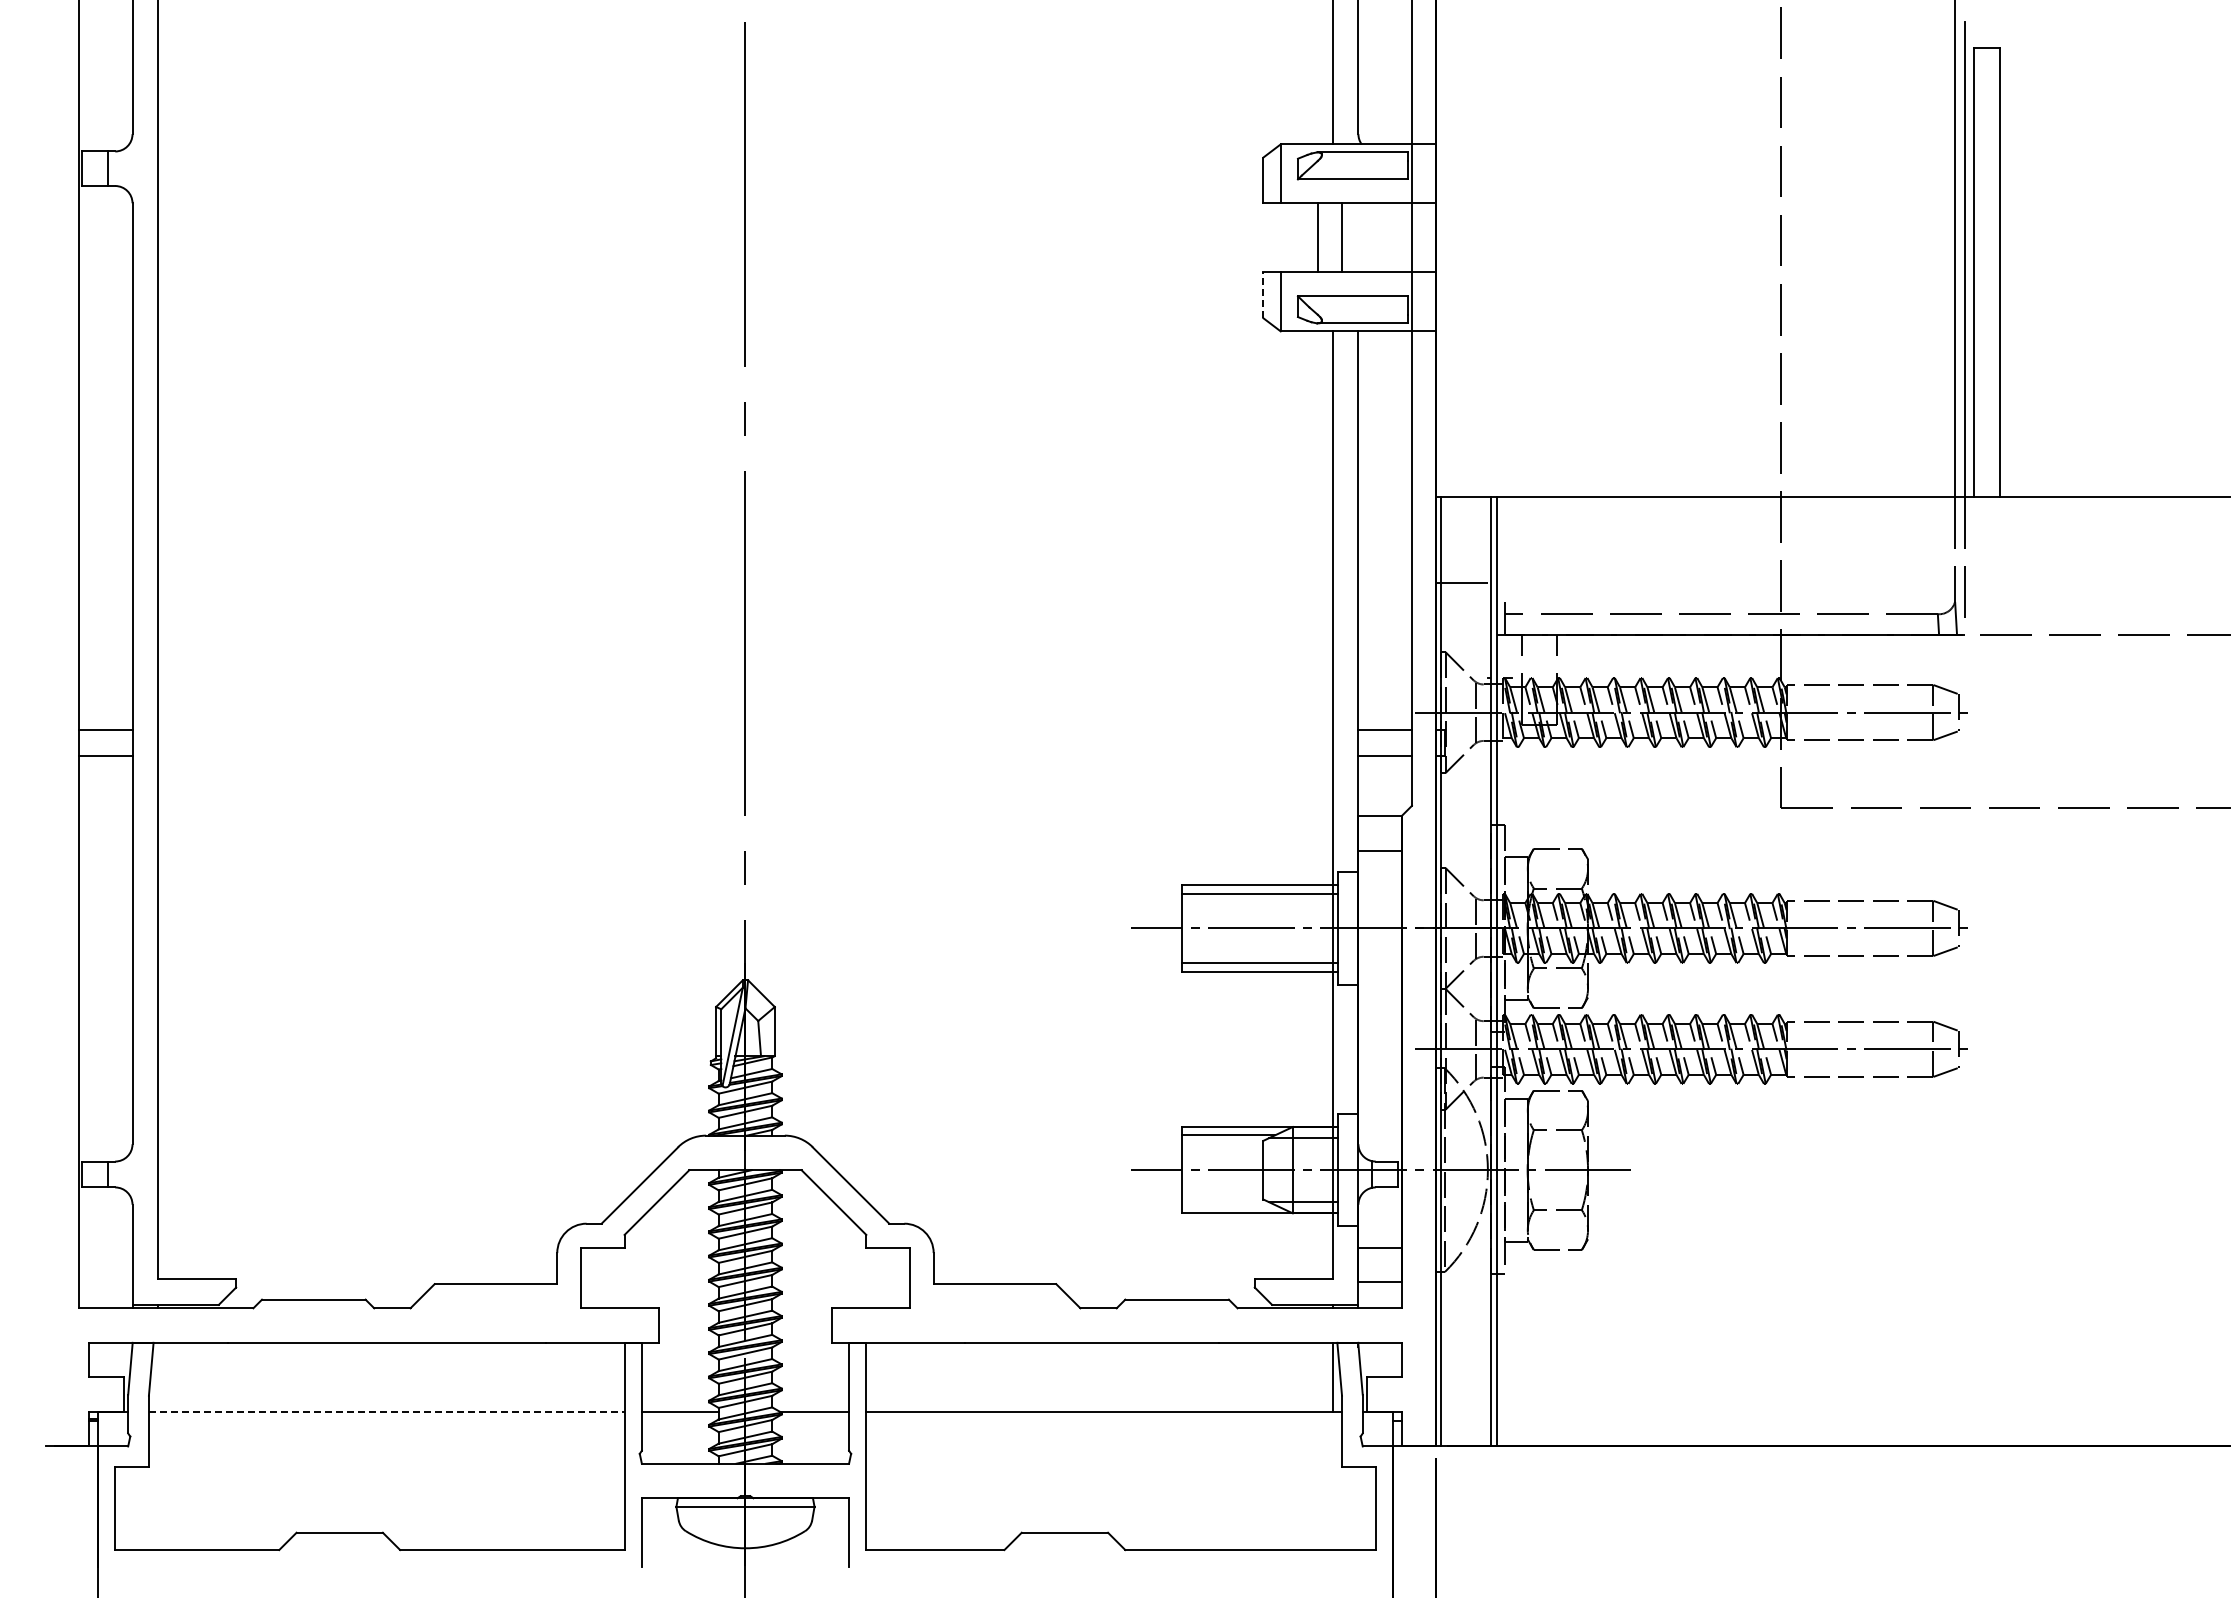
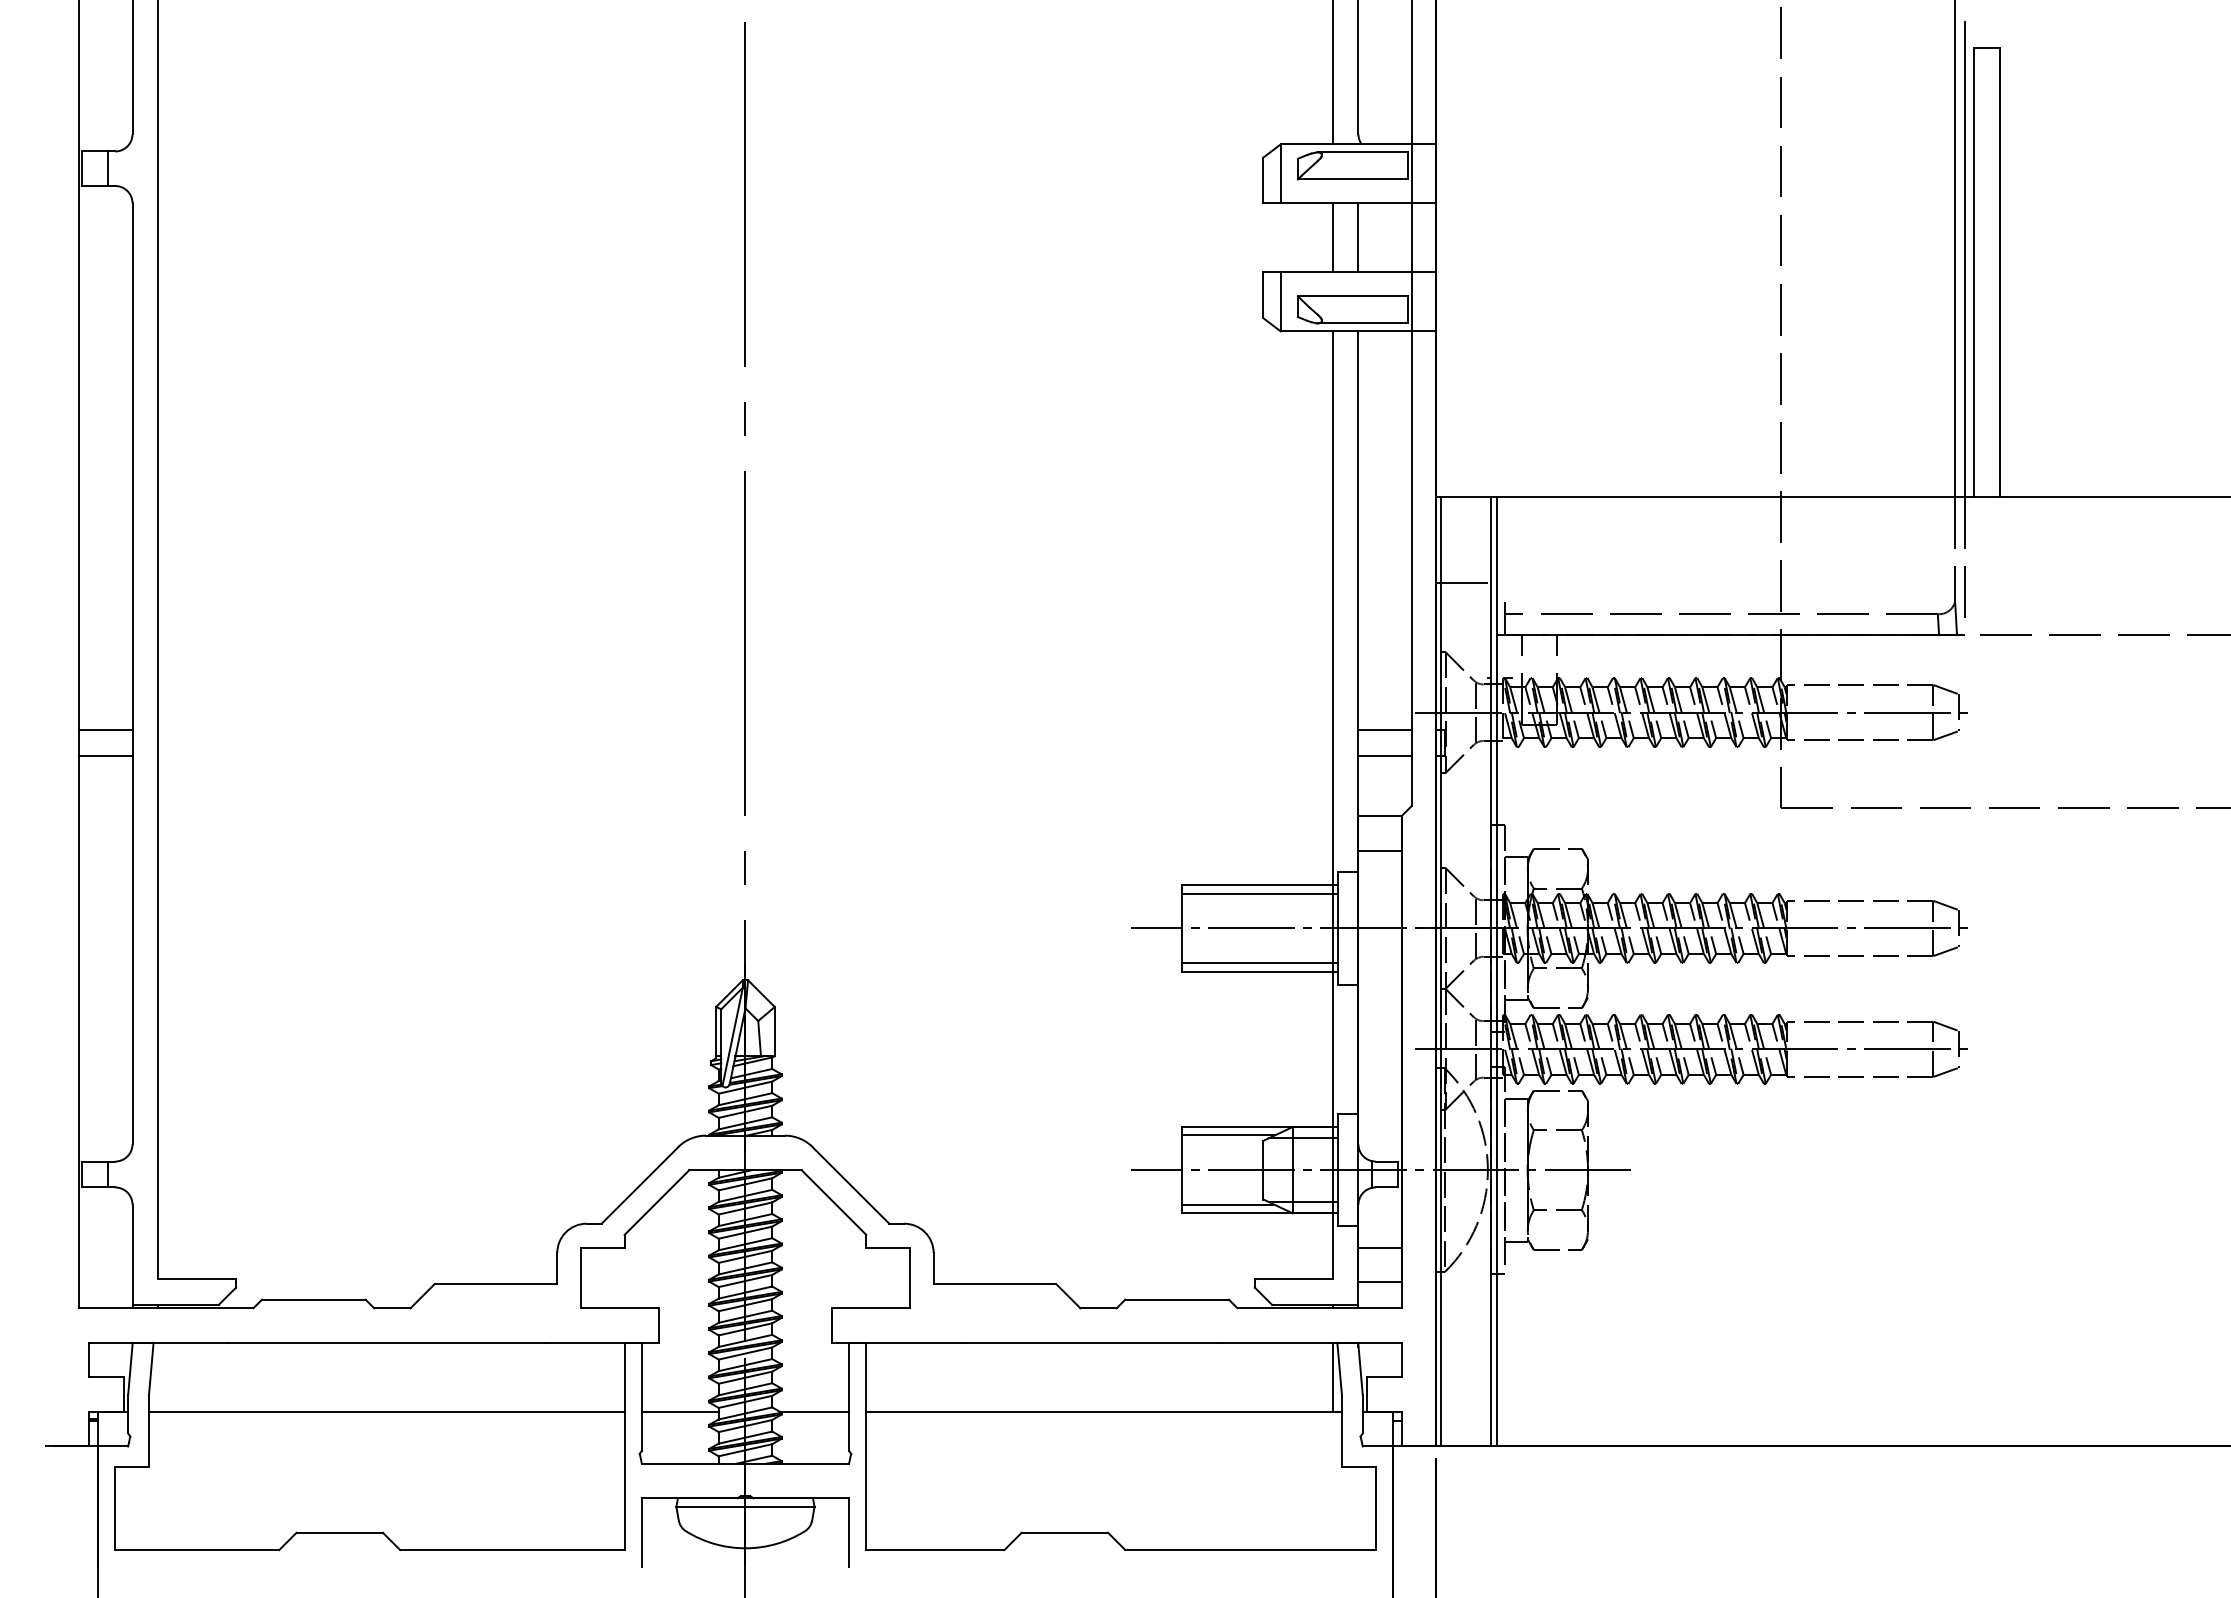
line at (1317, 237) position: (1317, 237) -> (1332, 237)
line at (1342, 237) position: (1342, 237) -> (1358, 237)
line at (1263, 295): dashed -> solid
line at (1228, 1205): none -> present
line at (386, 1411): dashed -> solid
